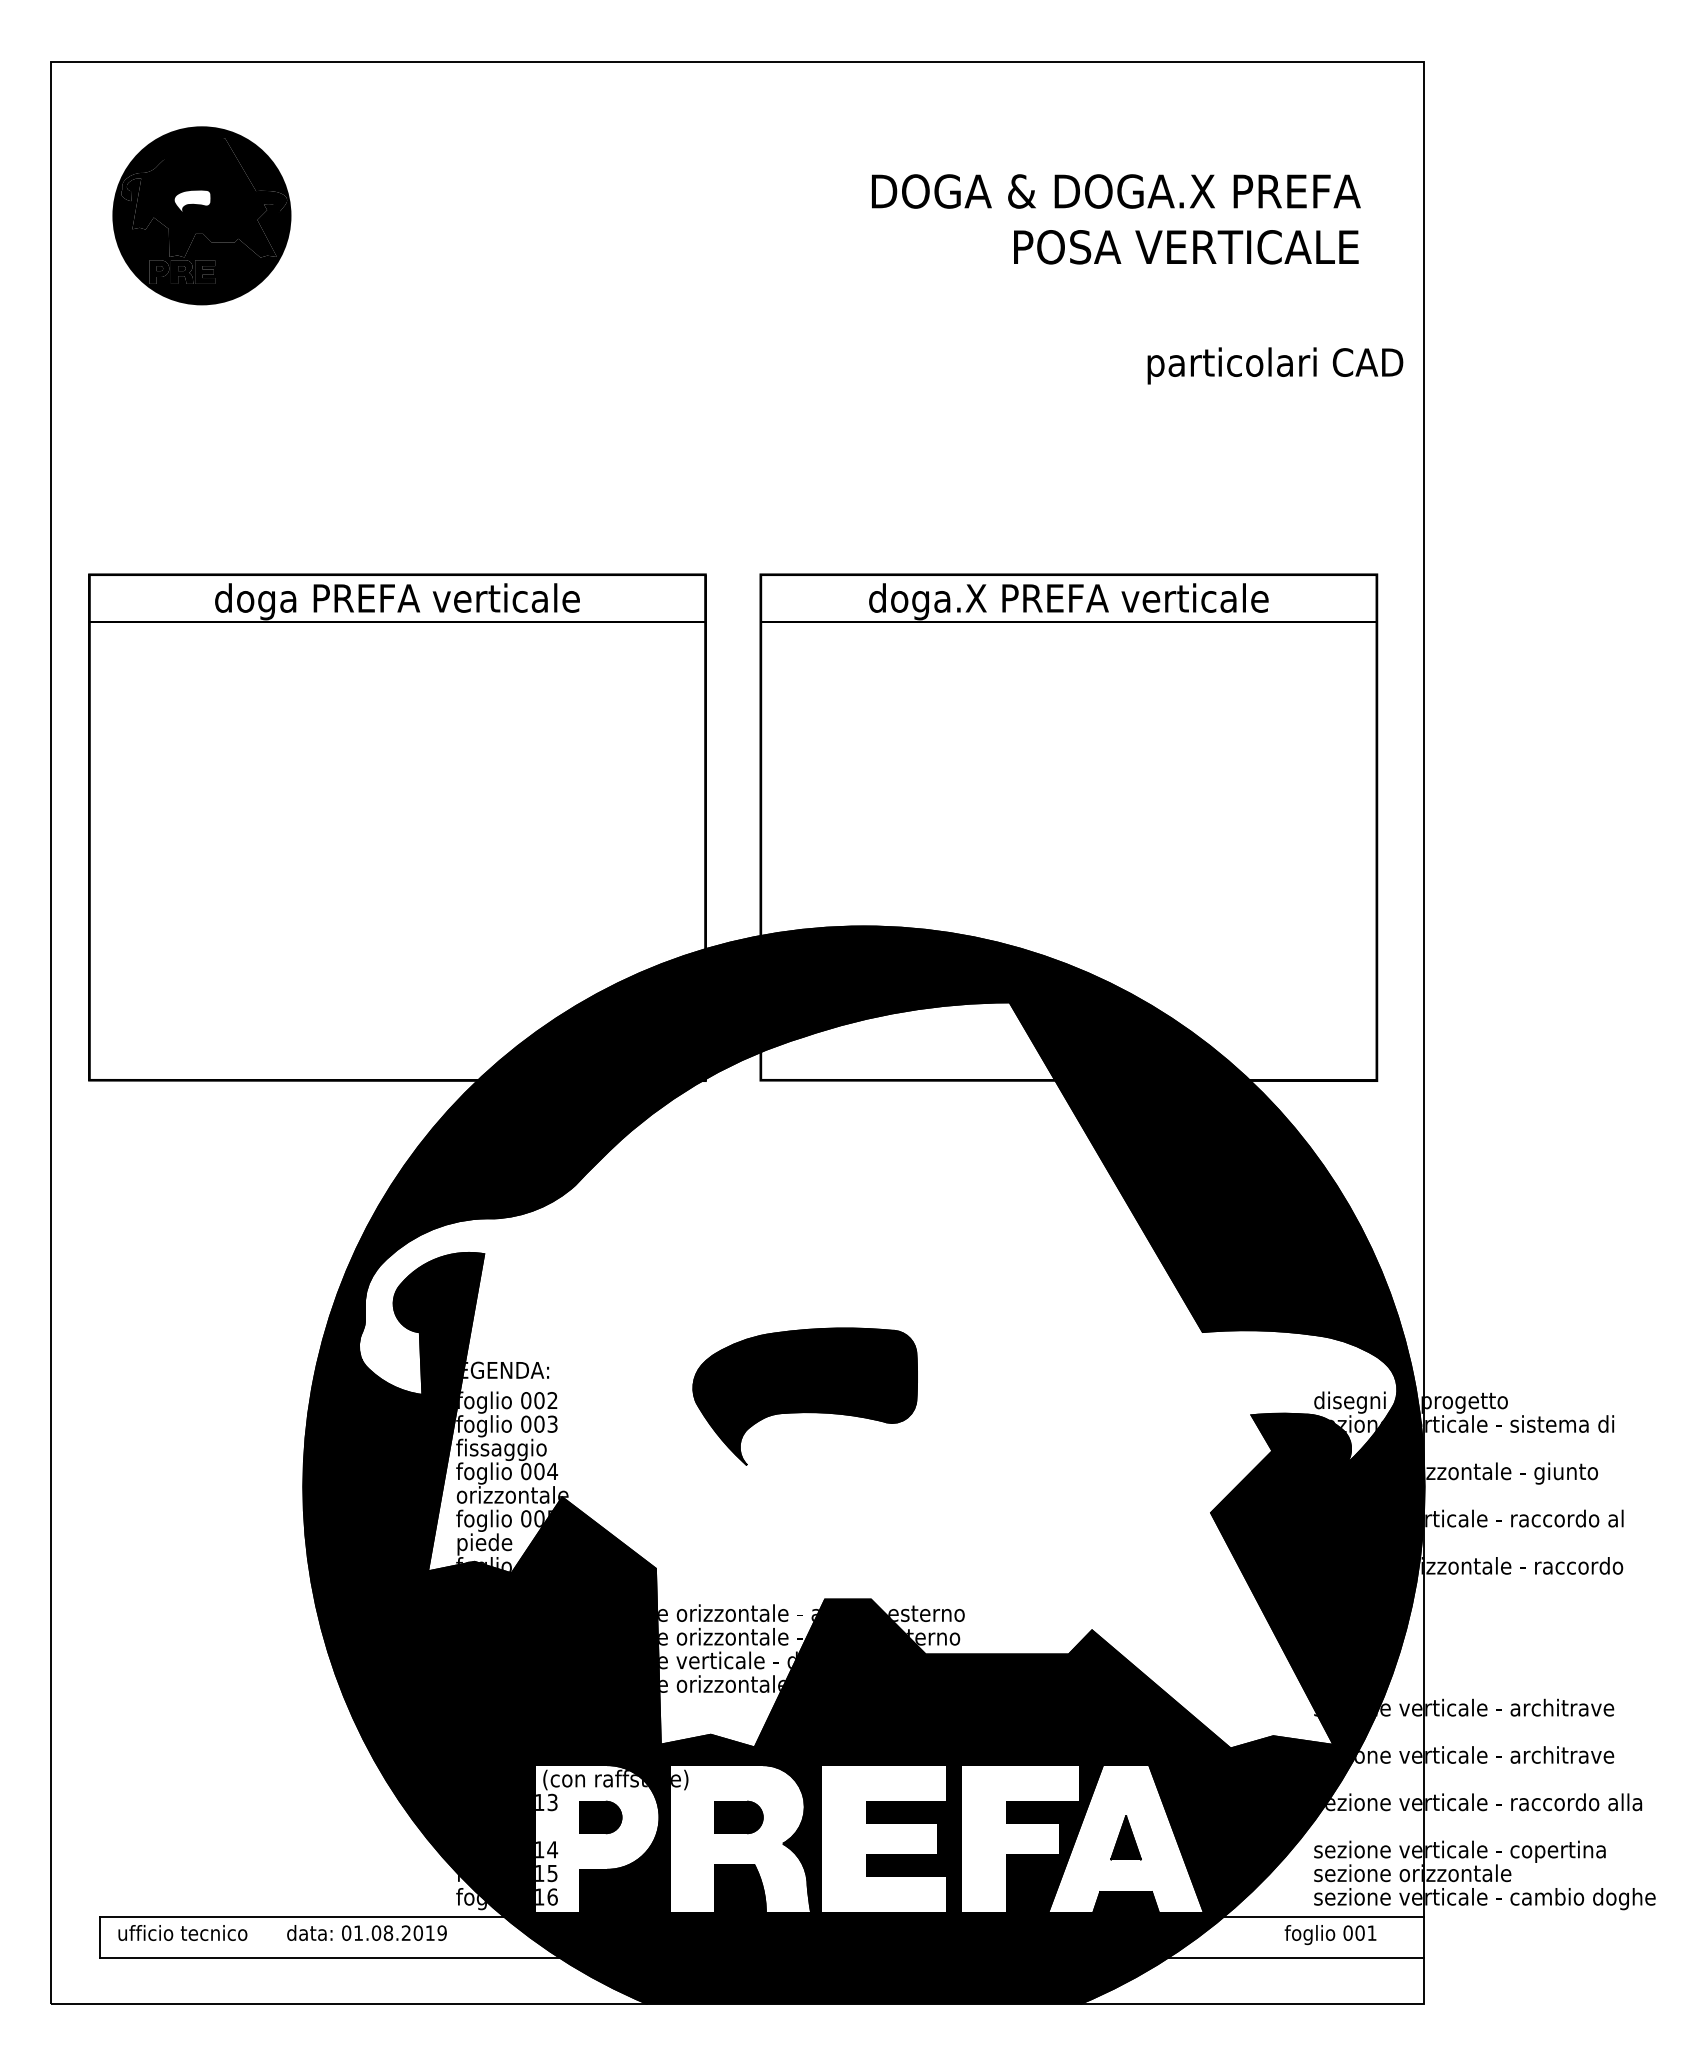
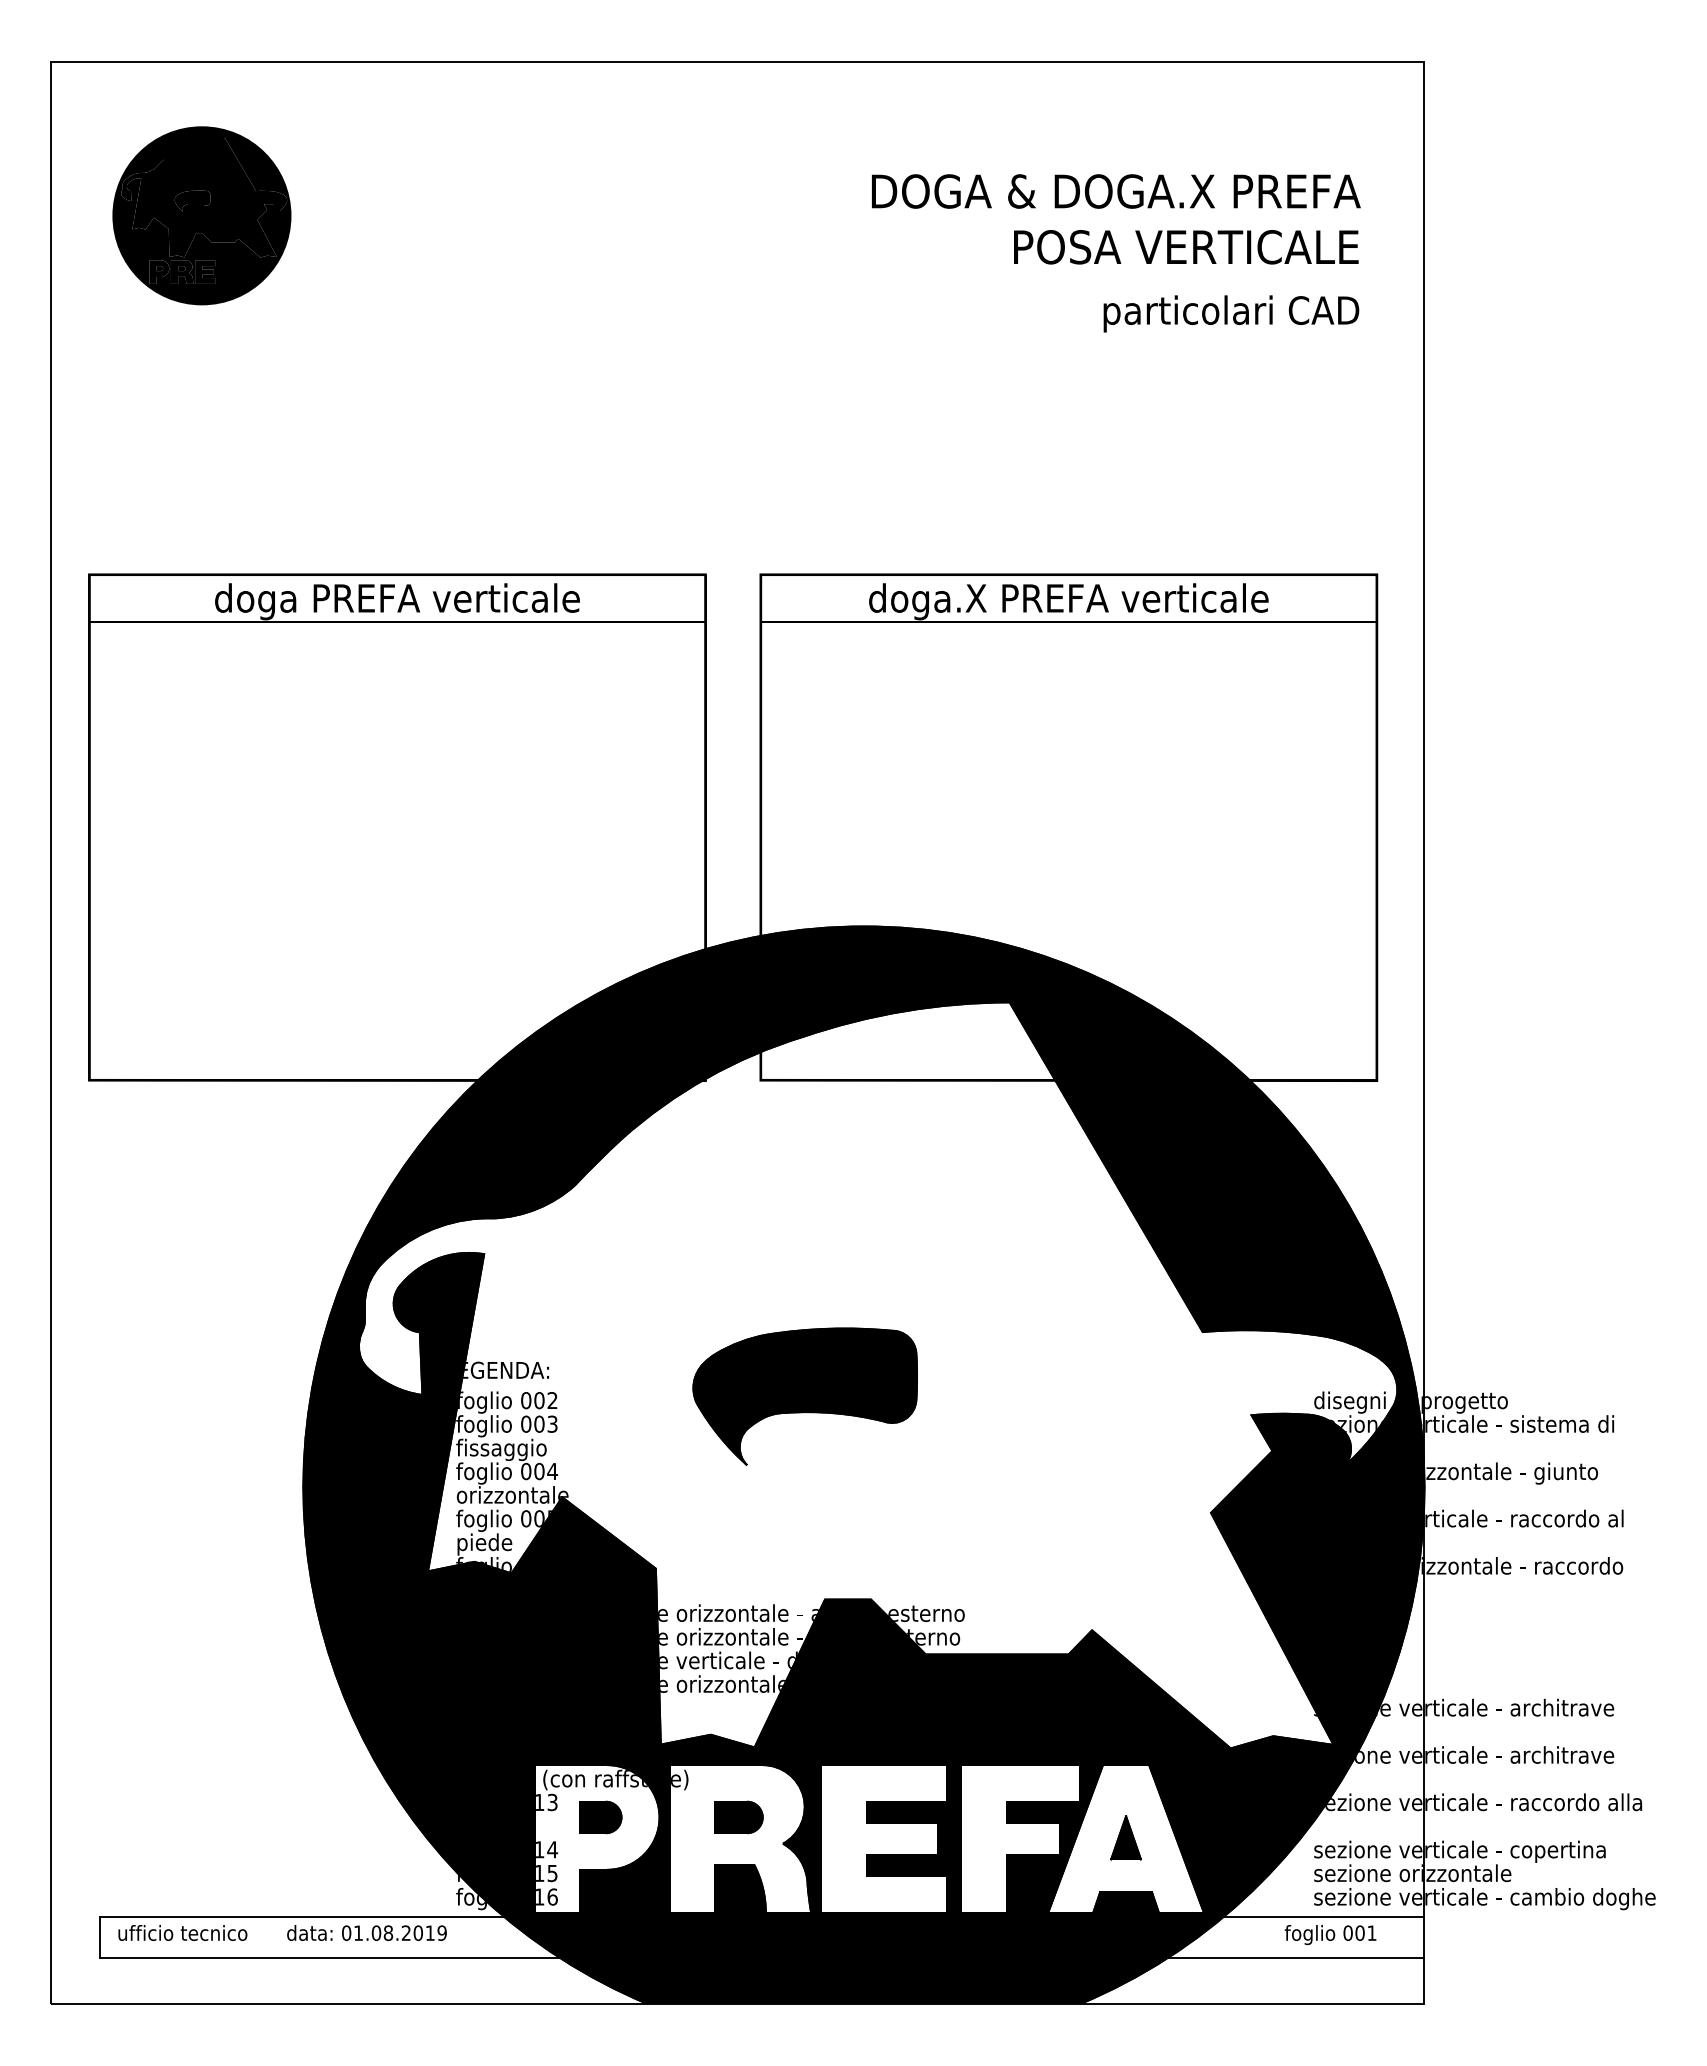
fill at (192, 201): none -> present
text at (1275, 365) position: (1275, 365) -> (1231, 313)
